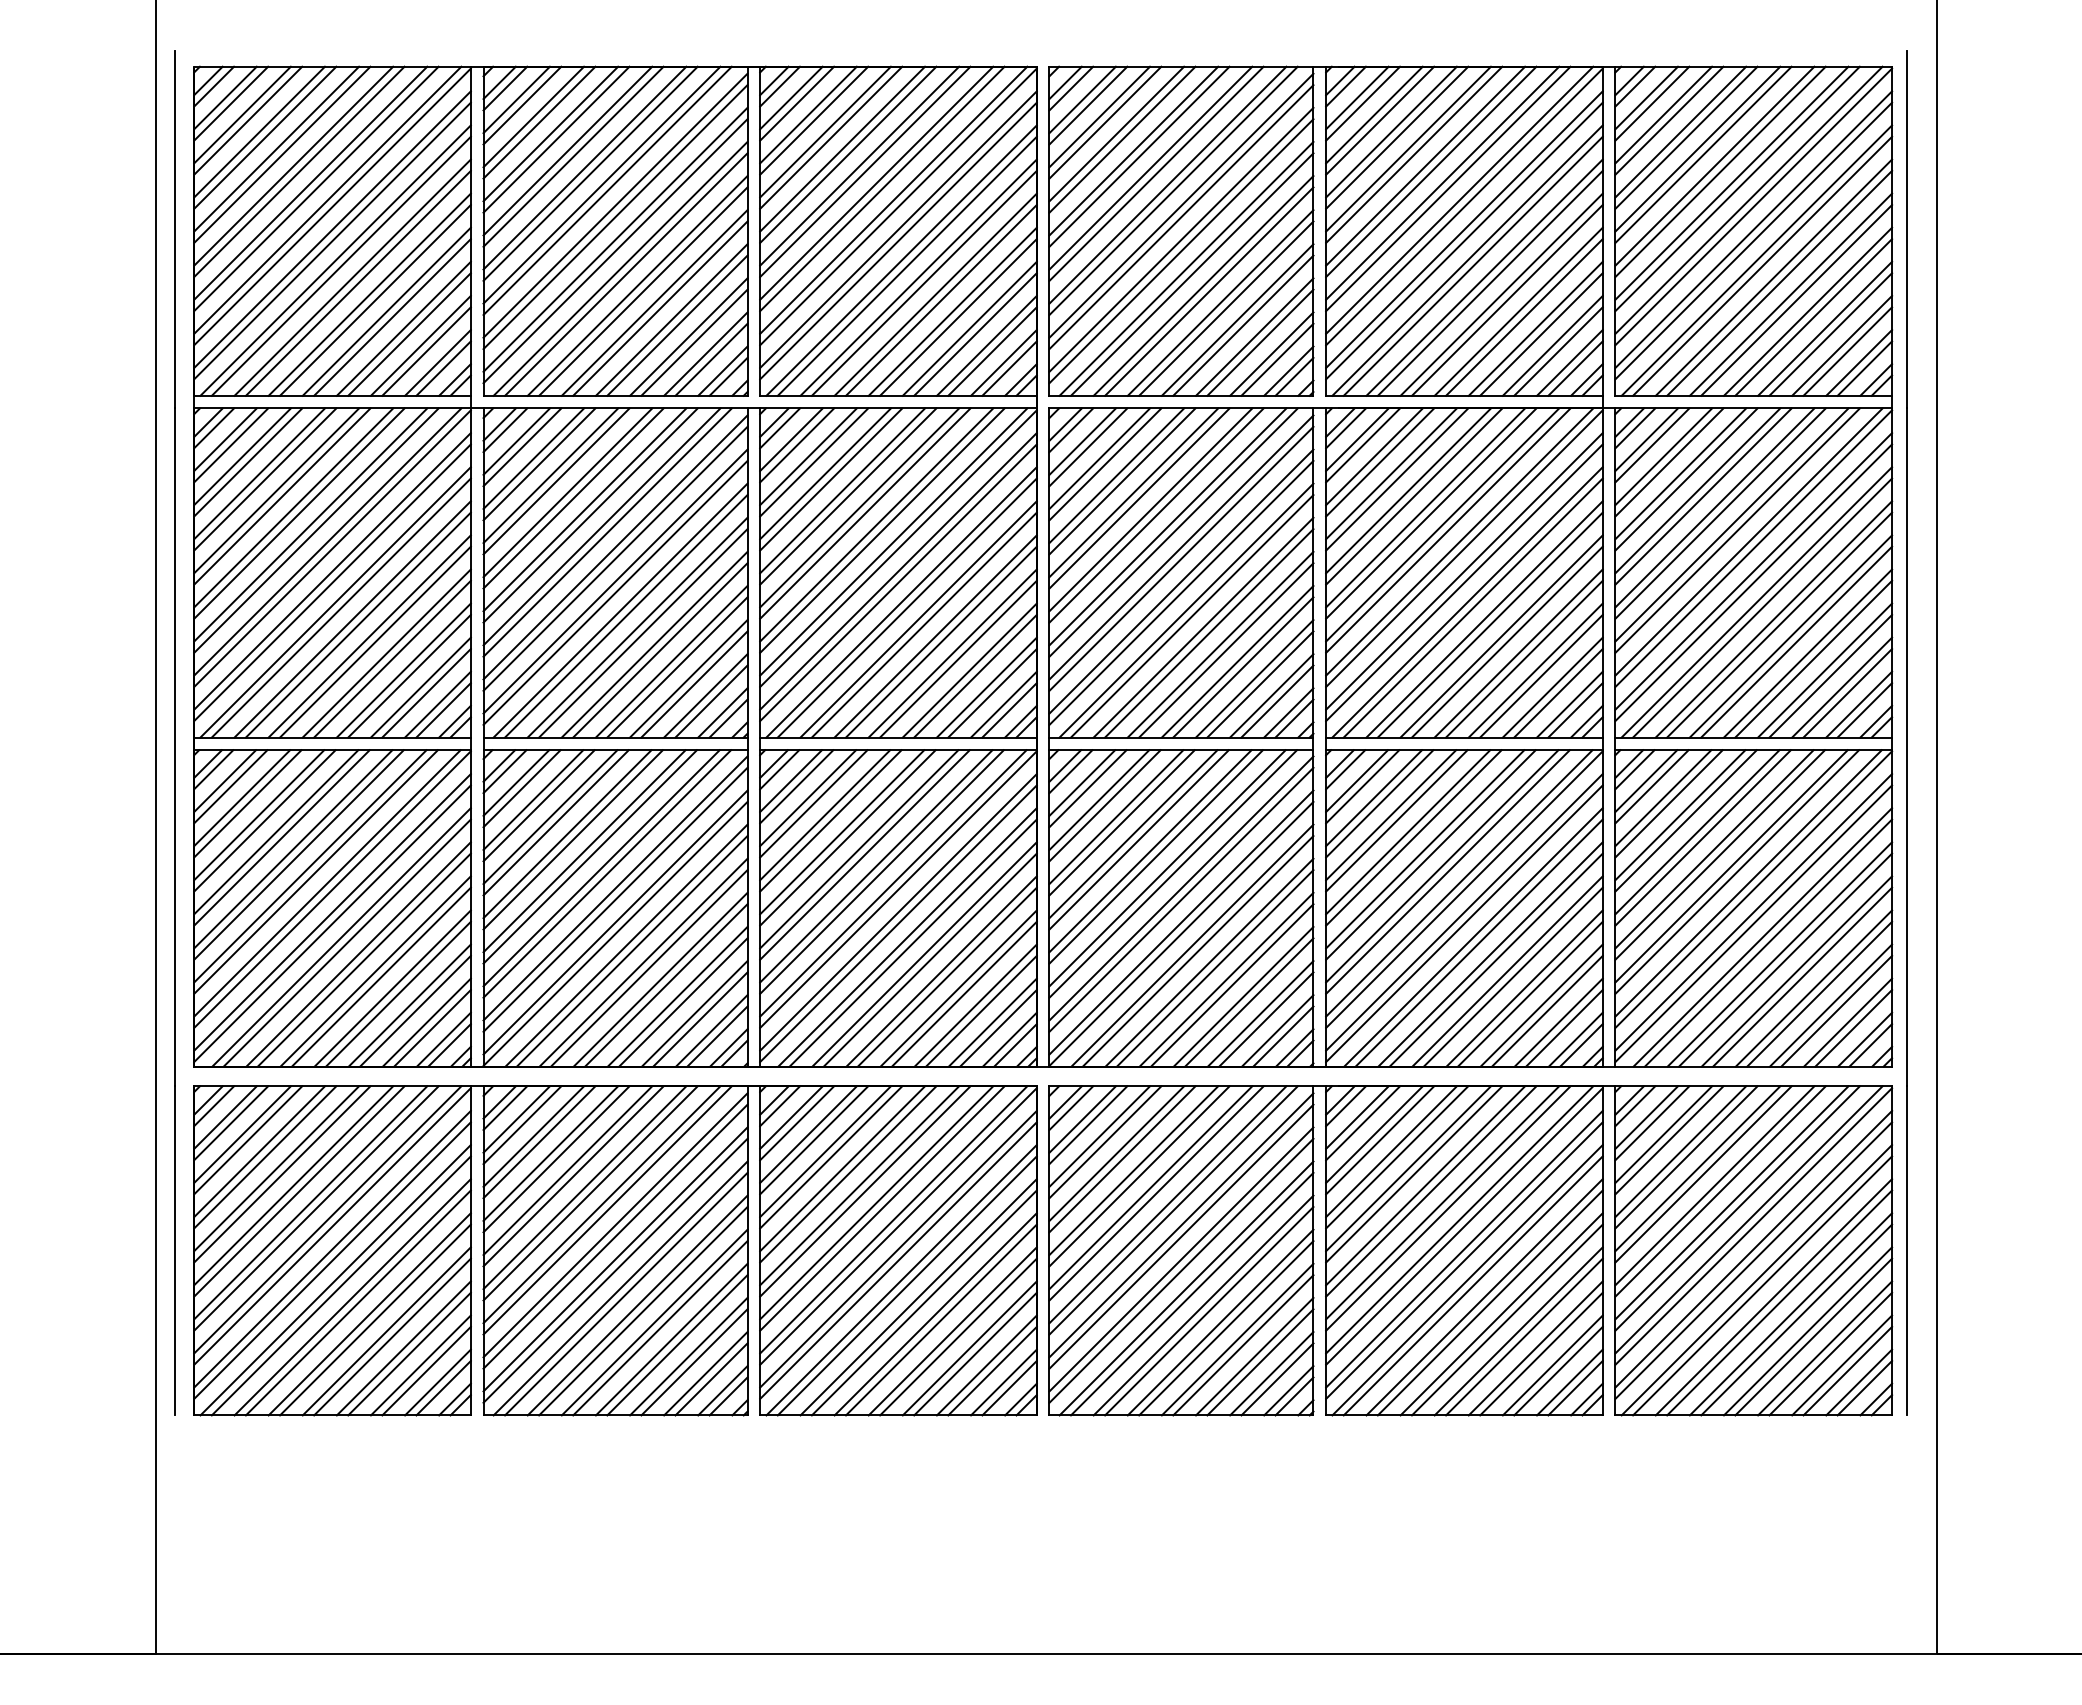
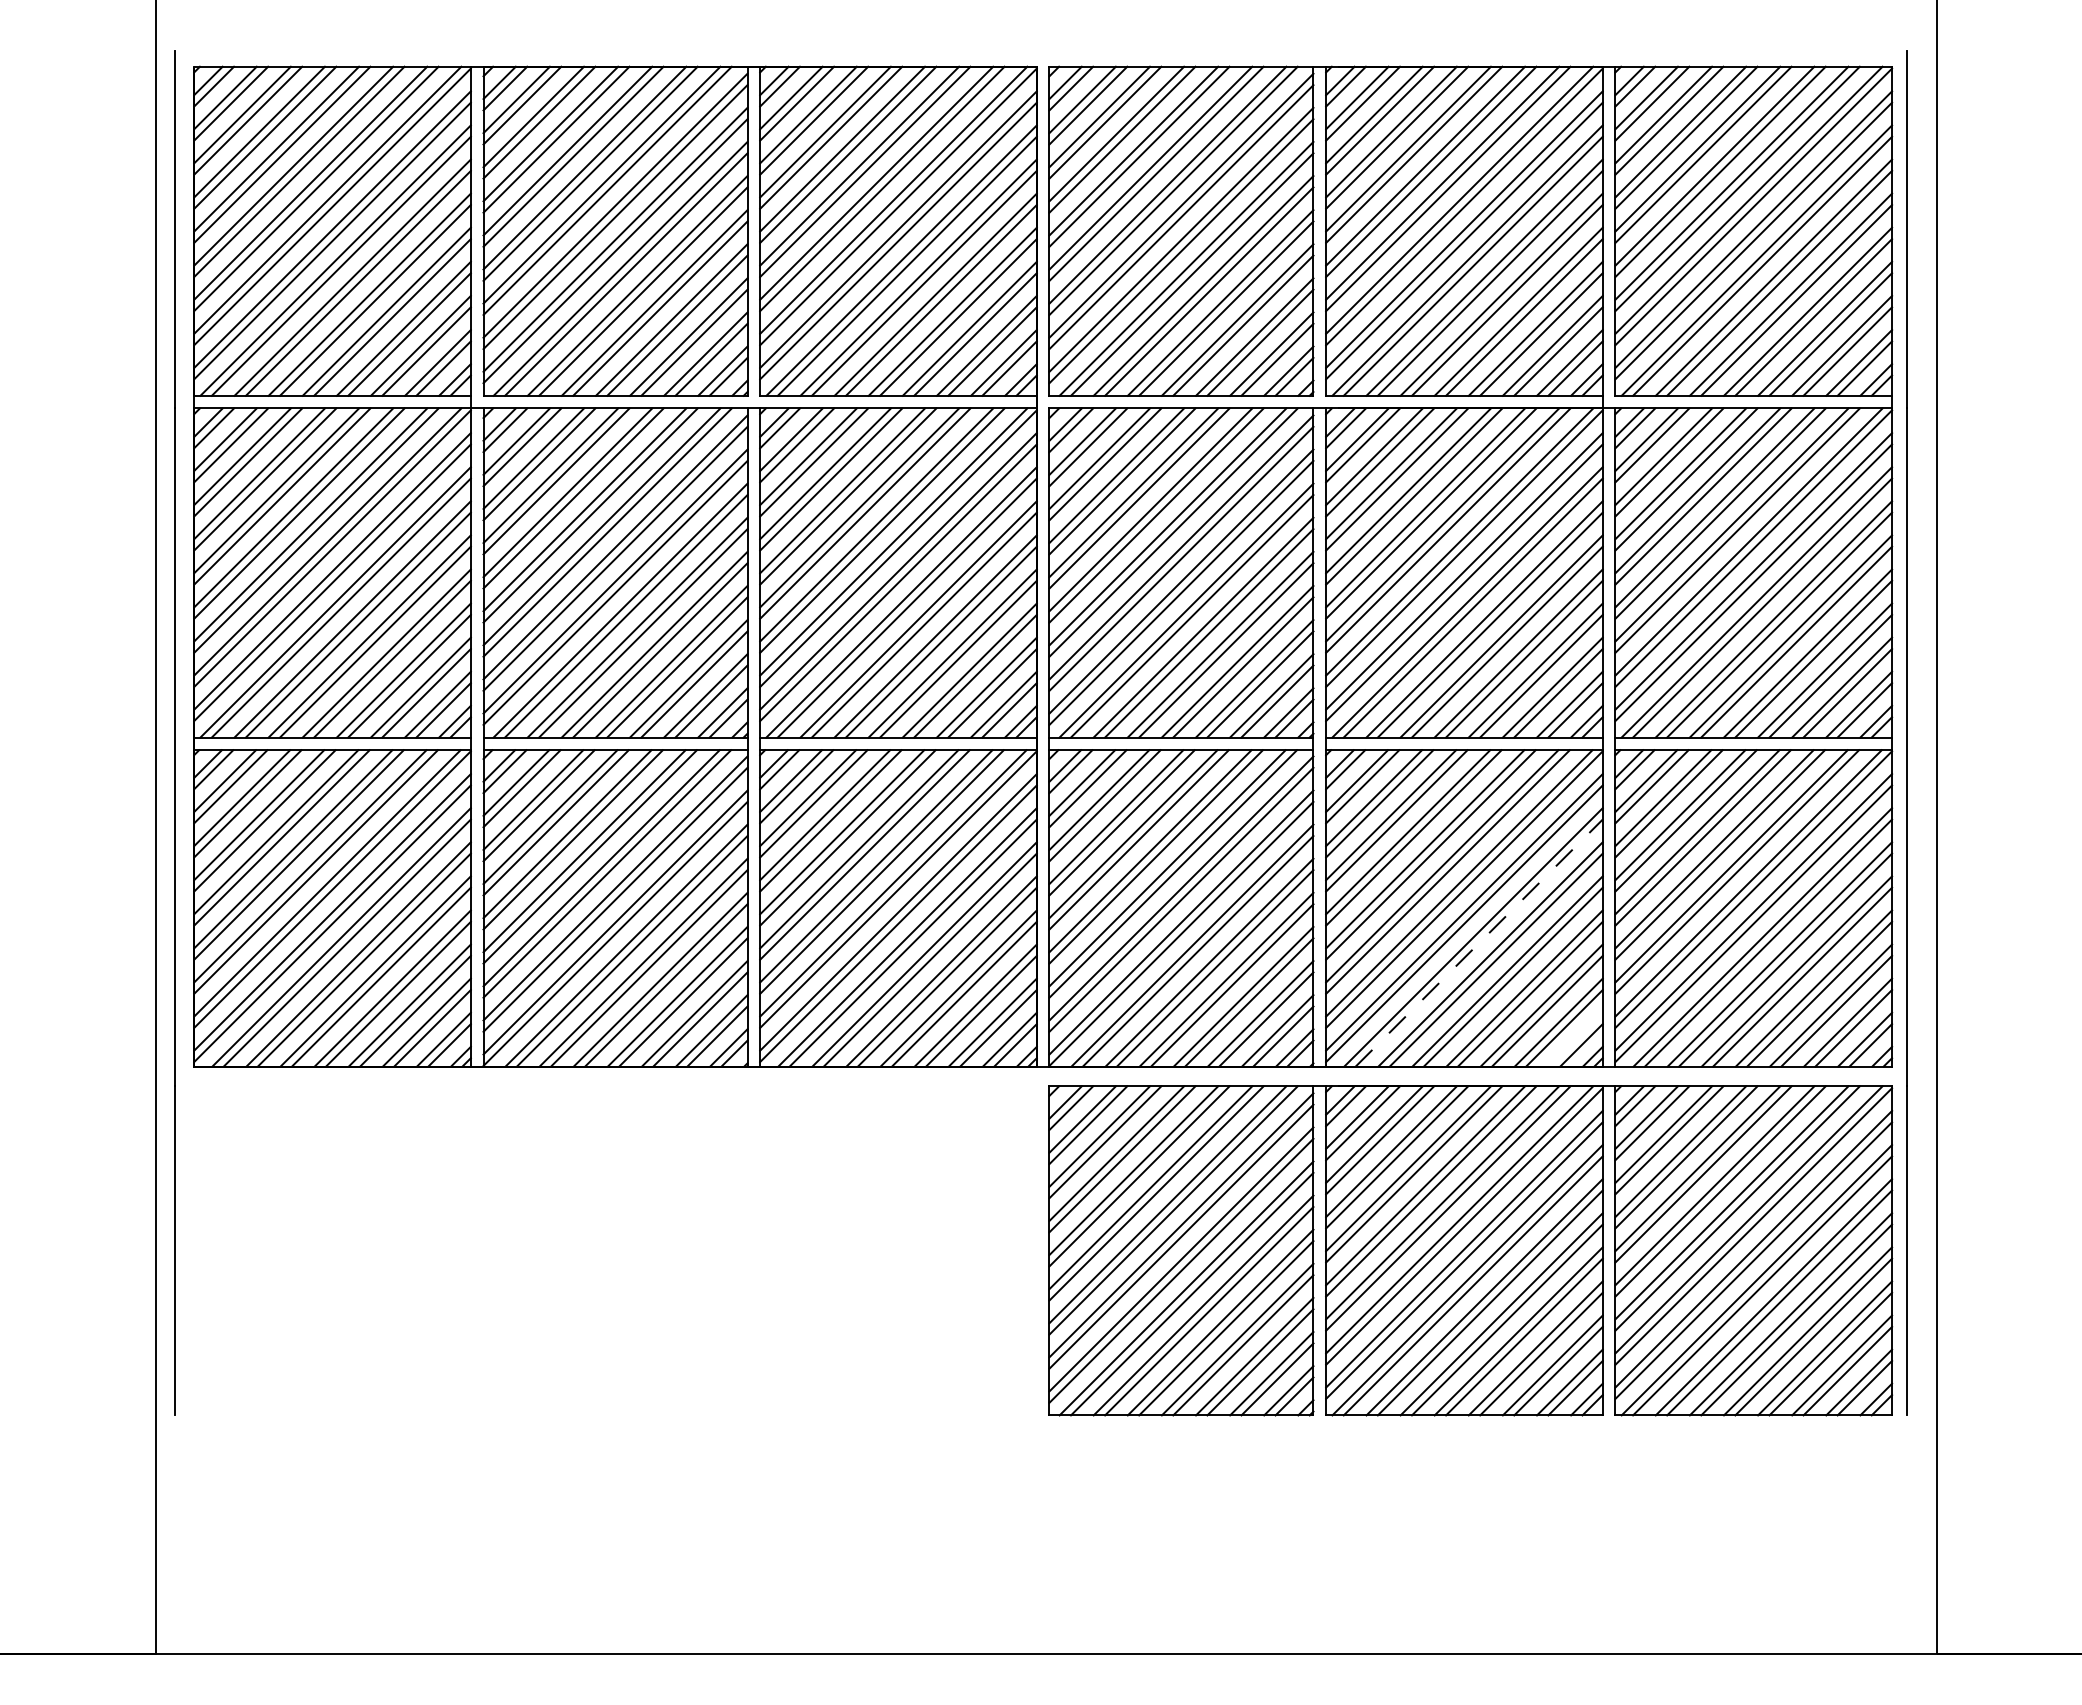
line at (1479, 943): solid -> dashed
line at (1575, 1039): present -> none
part at (615, 1250): present -> none
